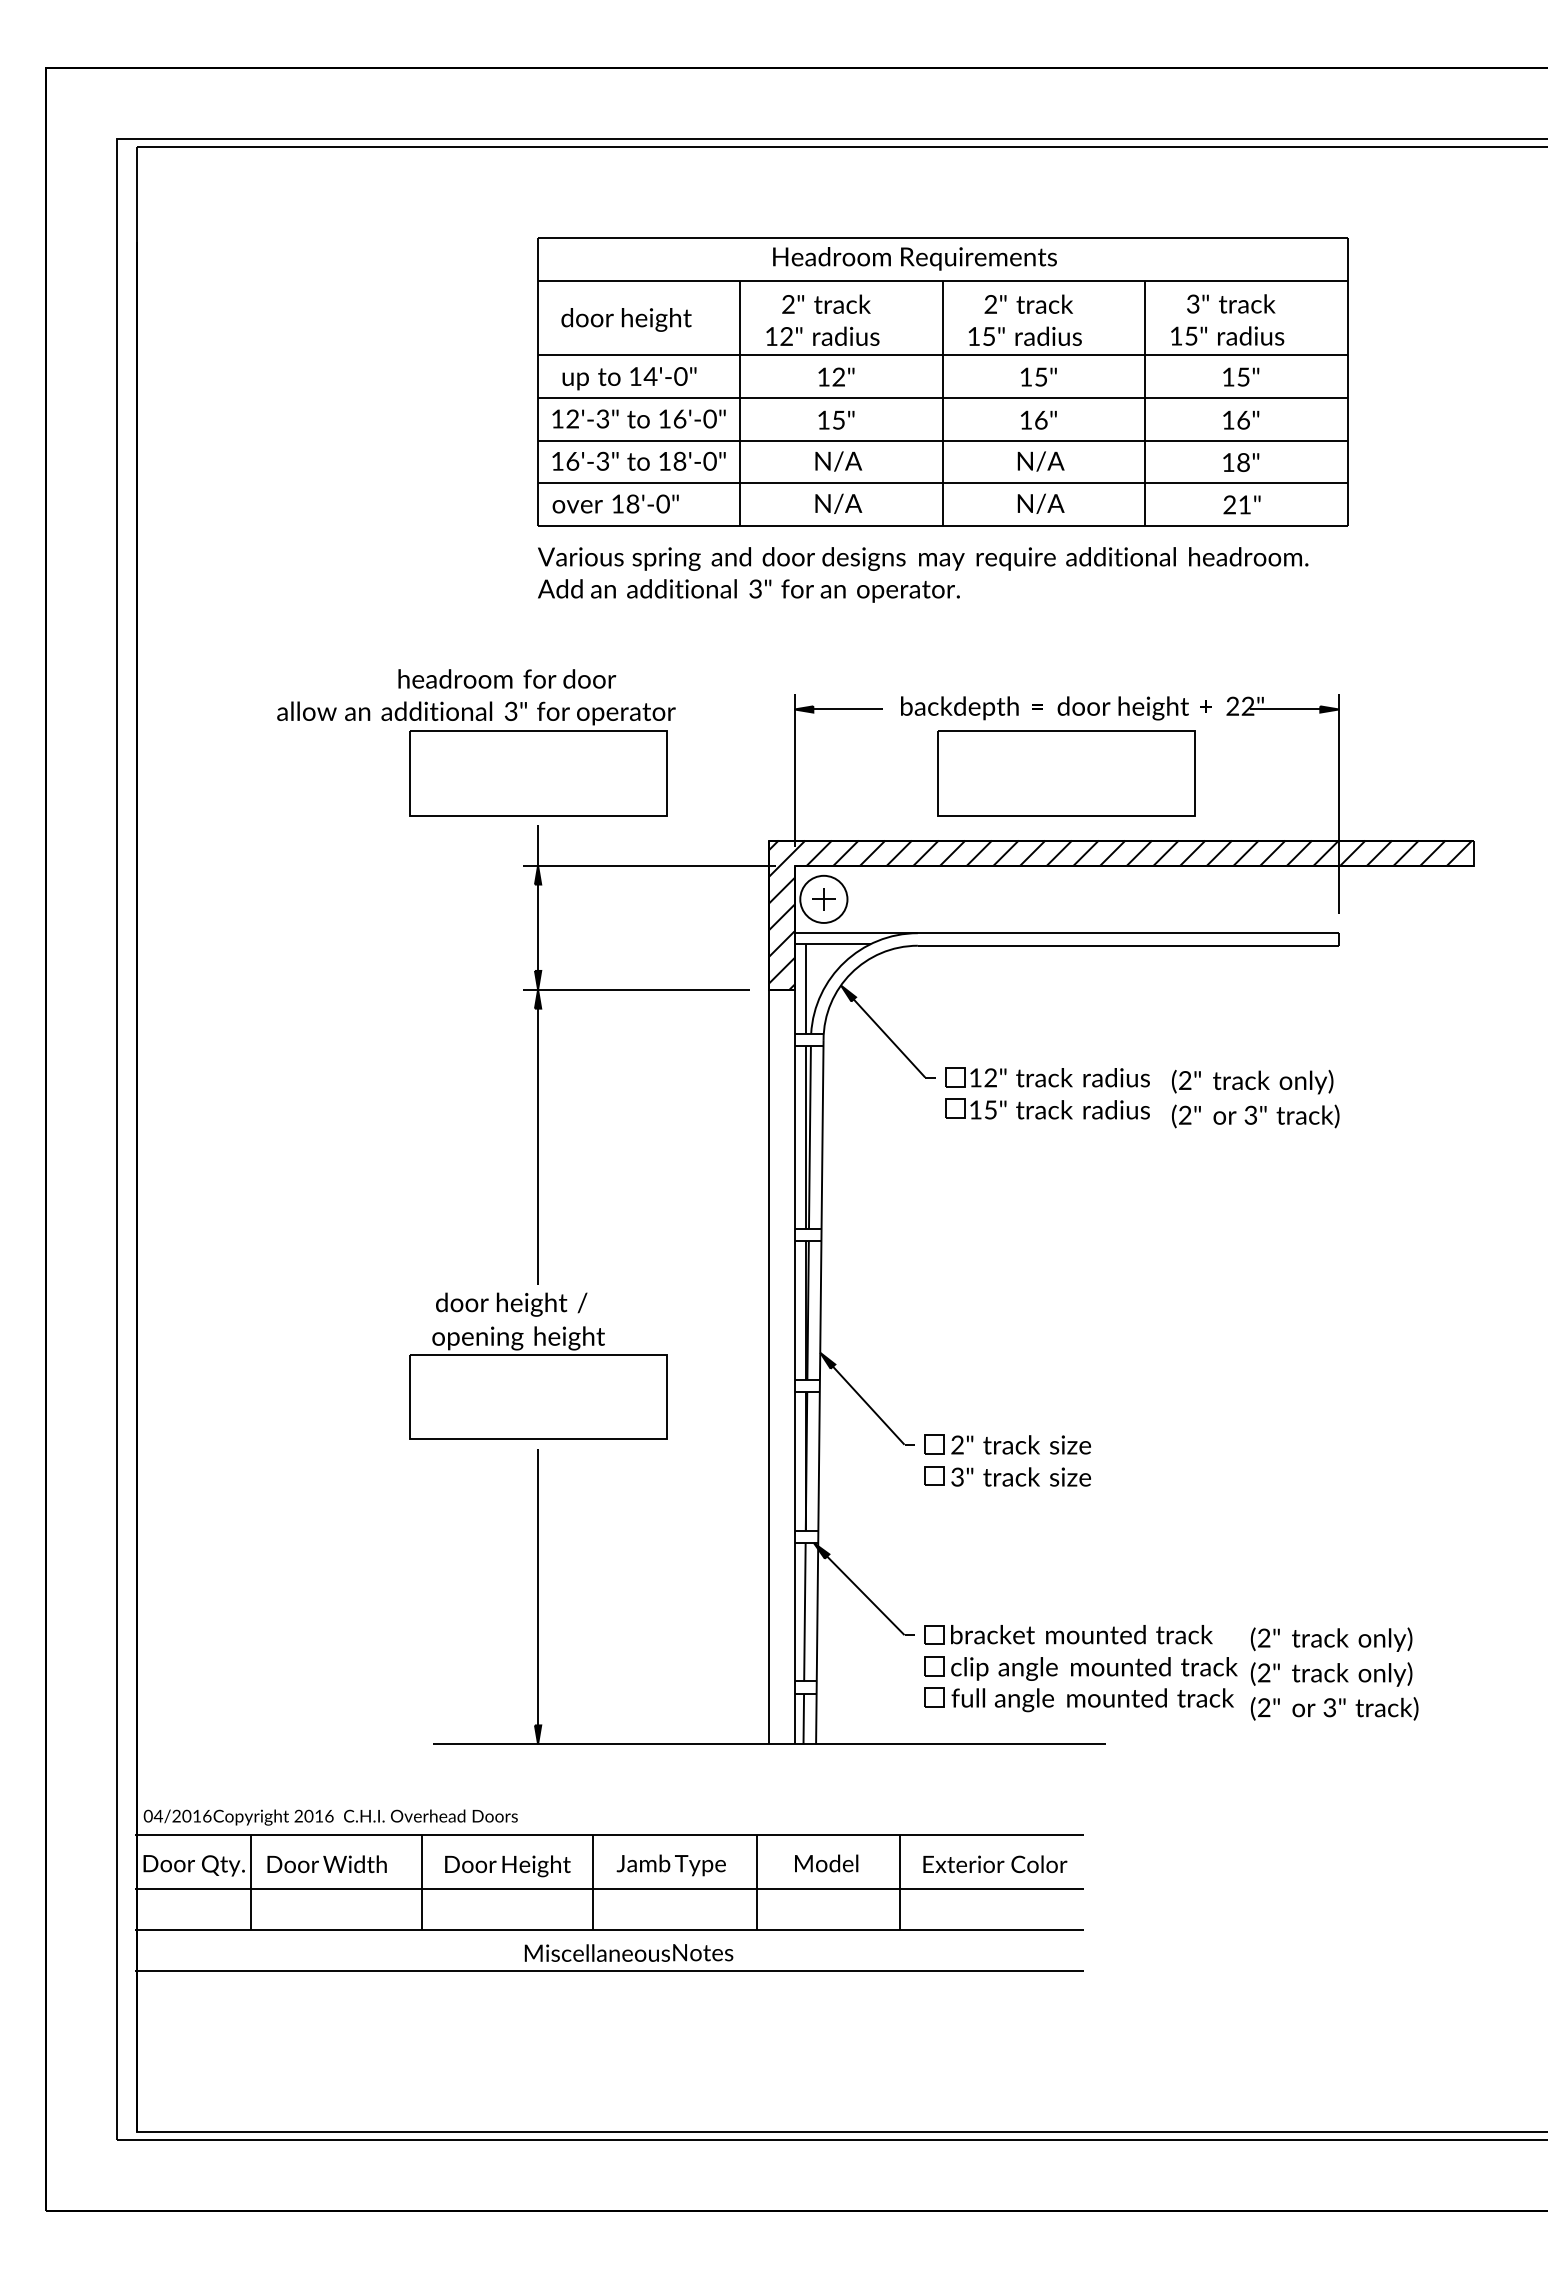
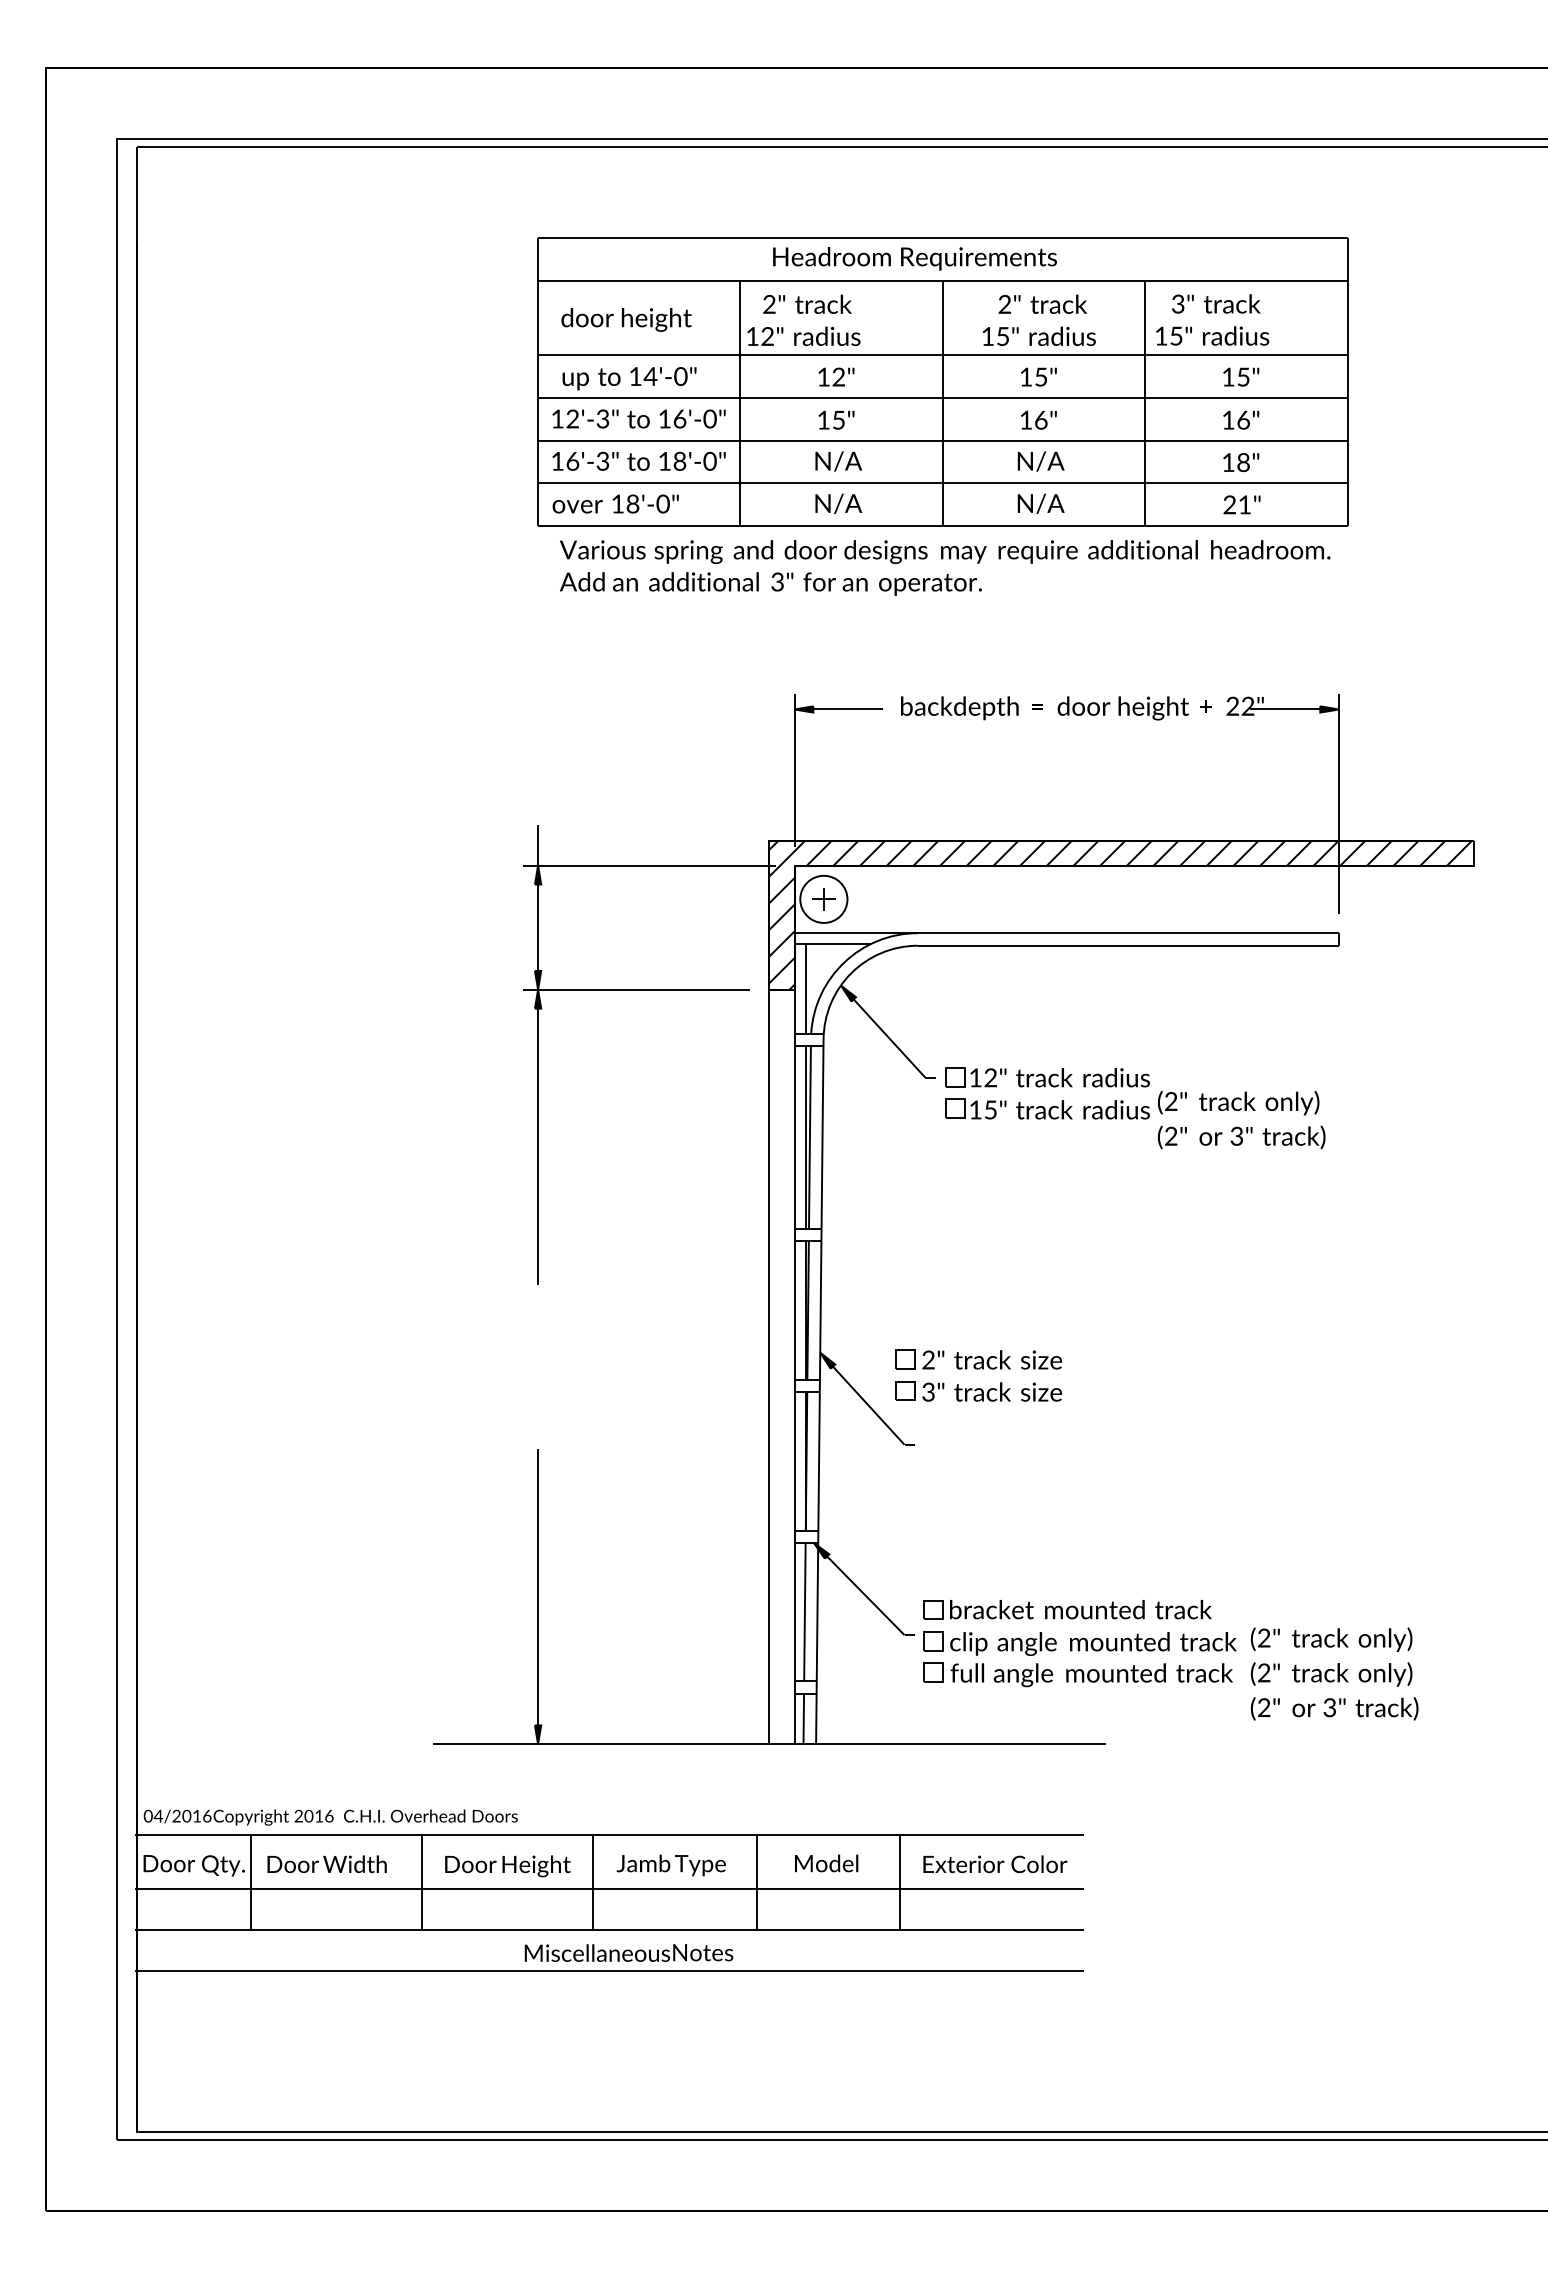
text at (822, 319) position: (822, 319) -> (803, 319)
text at (1025, 319) position: (1025, 319) -> (1039, 319)
text at (1227, 319) position: (1227, 319) -> (1212, 319)
text at (923, 574) position: (923, 574) -> (945, 567)
part at (476, 742): present -> none
part at (1066, 773): present -> none
text at (1255, 1098) position: (1255, 1098) -> (1241, 1119)
part at (538, 1365): present -> none
part at (1007, 1460) position: (1007, 1460) -> (978, 1375)
part at (1080, 1668) position: (1080, 1668) -> (1079, 1643)
